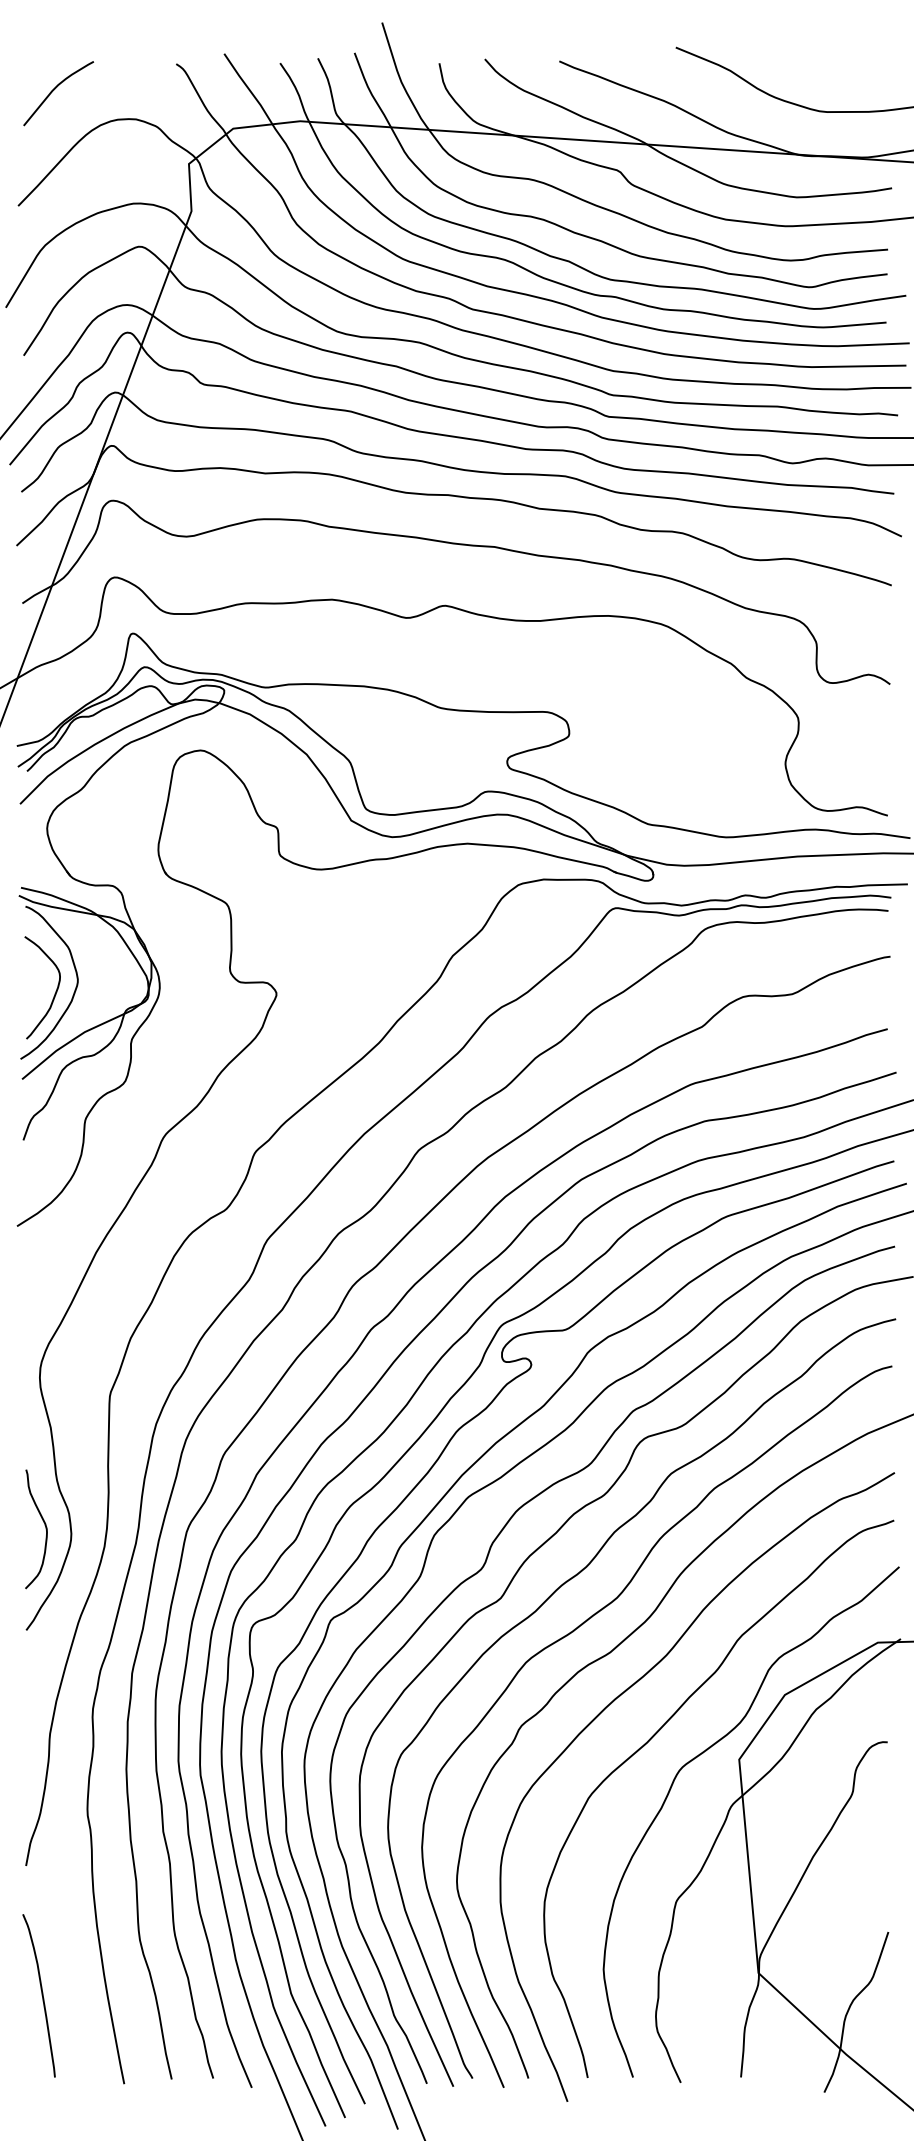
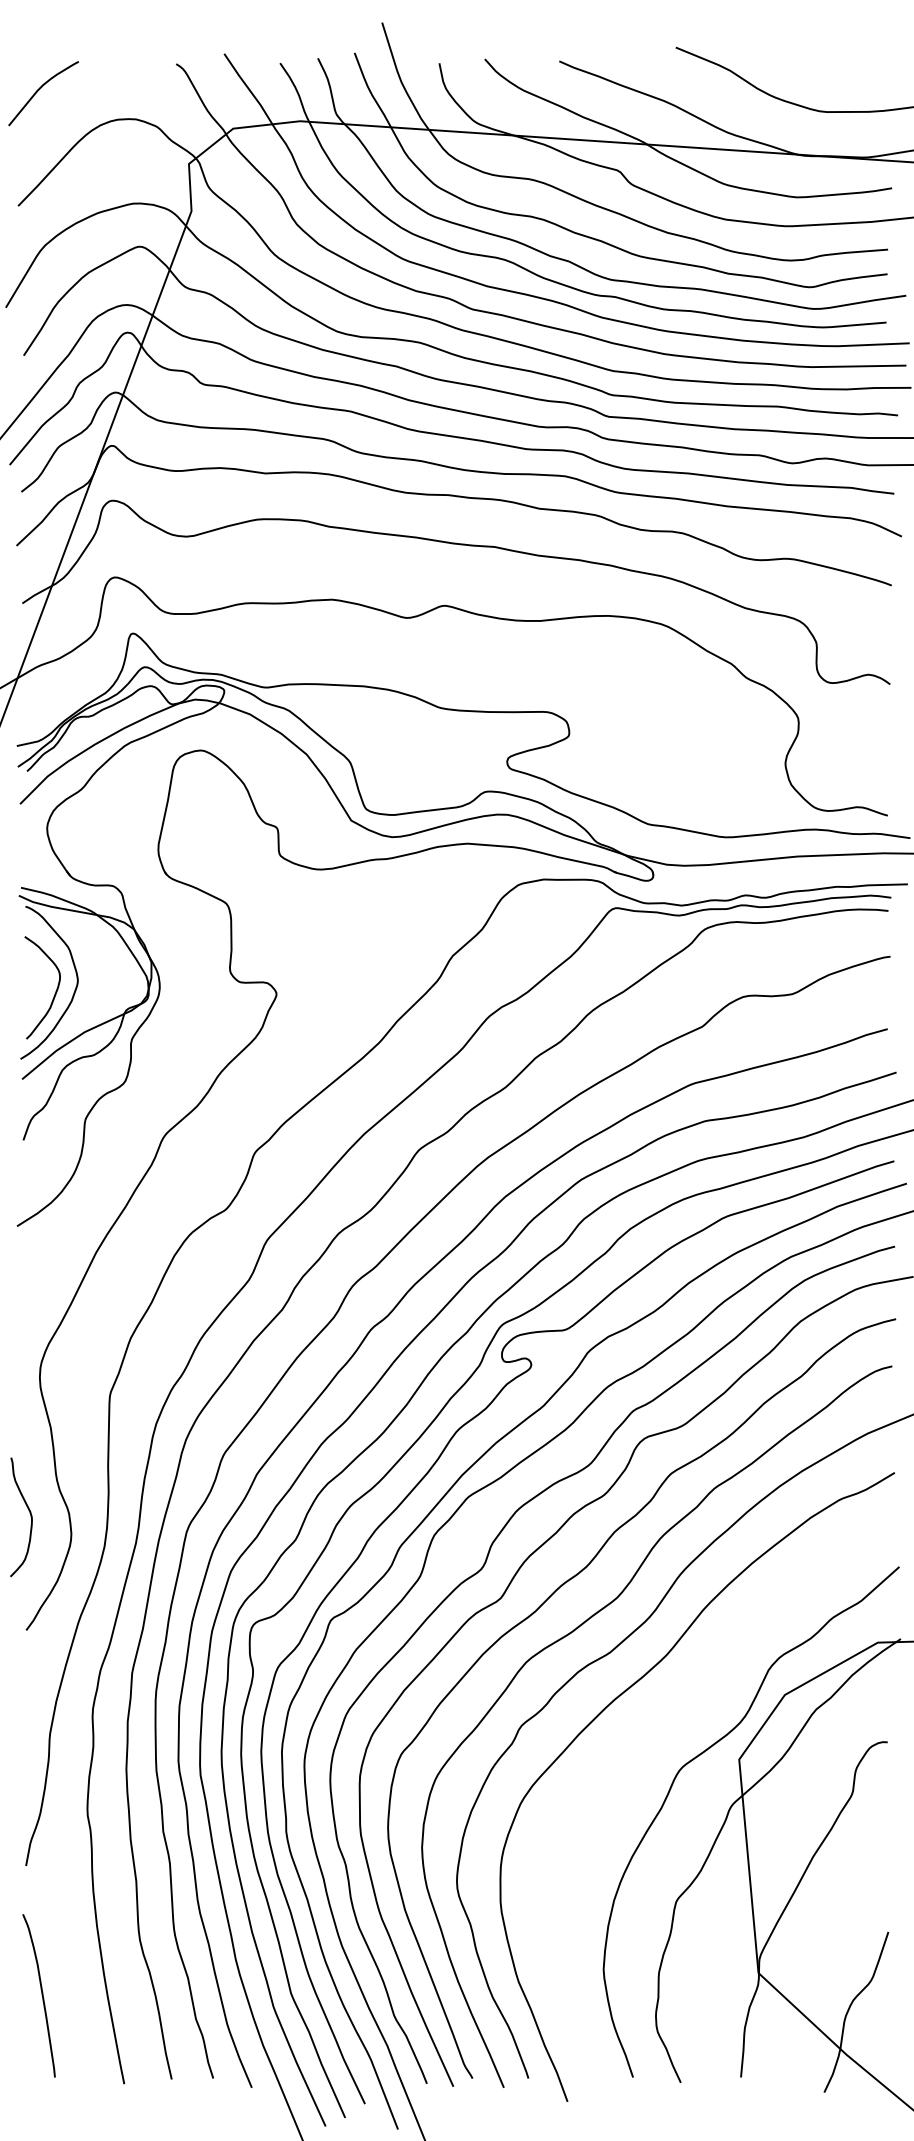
curve at (55, 89) position: (55, 89) -> (40, 89)
curve at (44, 1525) position: (44, 1525) -> (29, 1513)
curve at (655, 1735): present -> none
